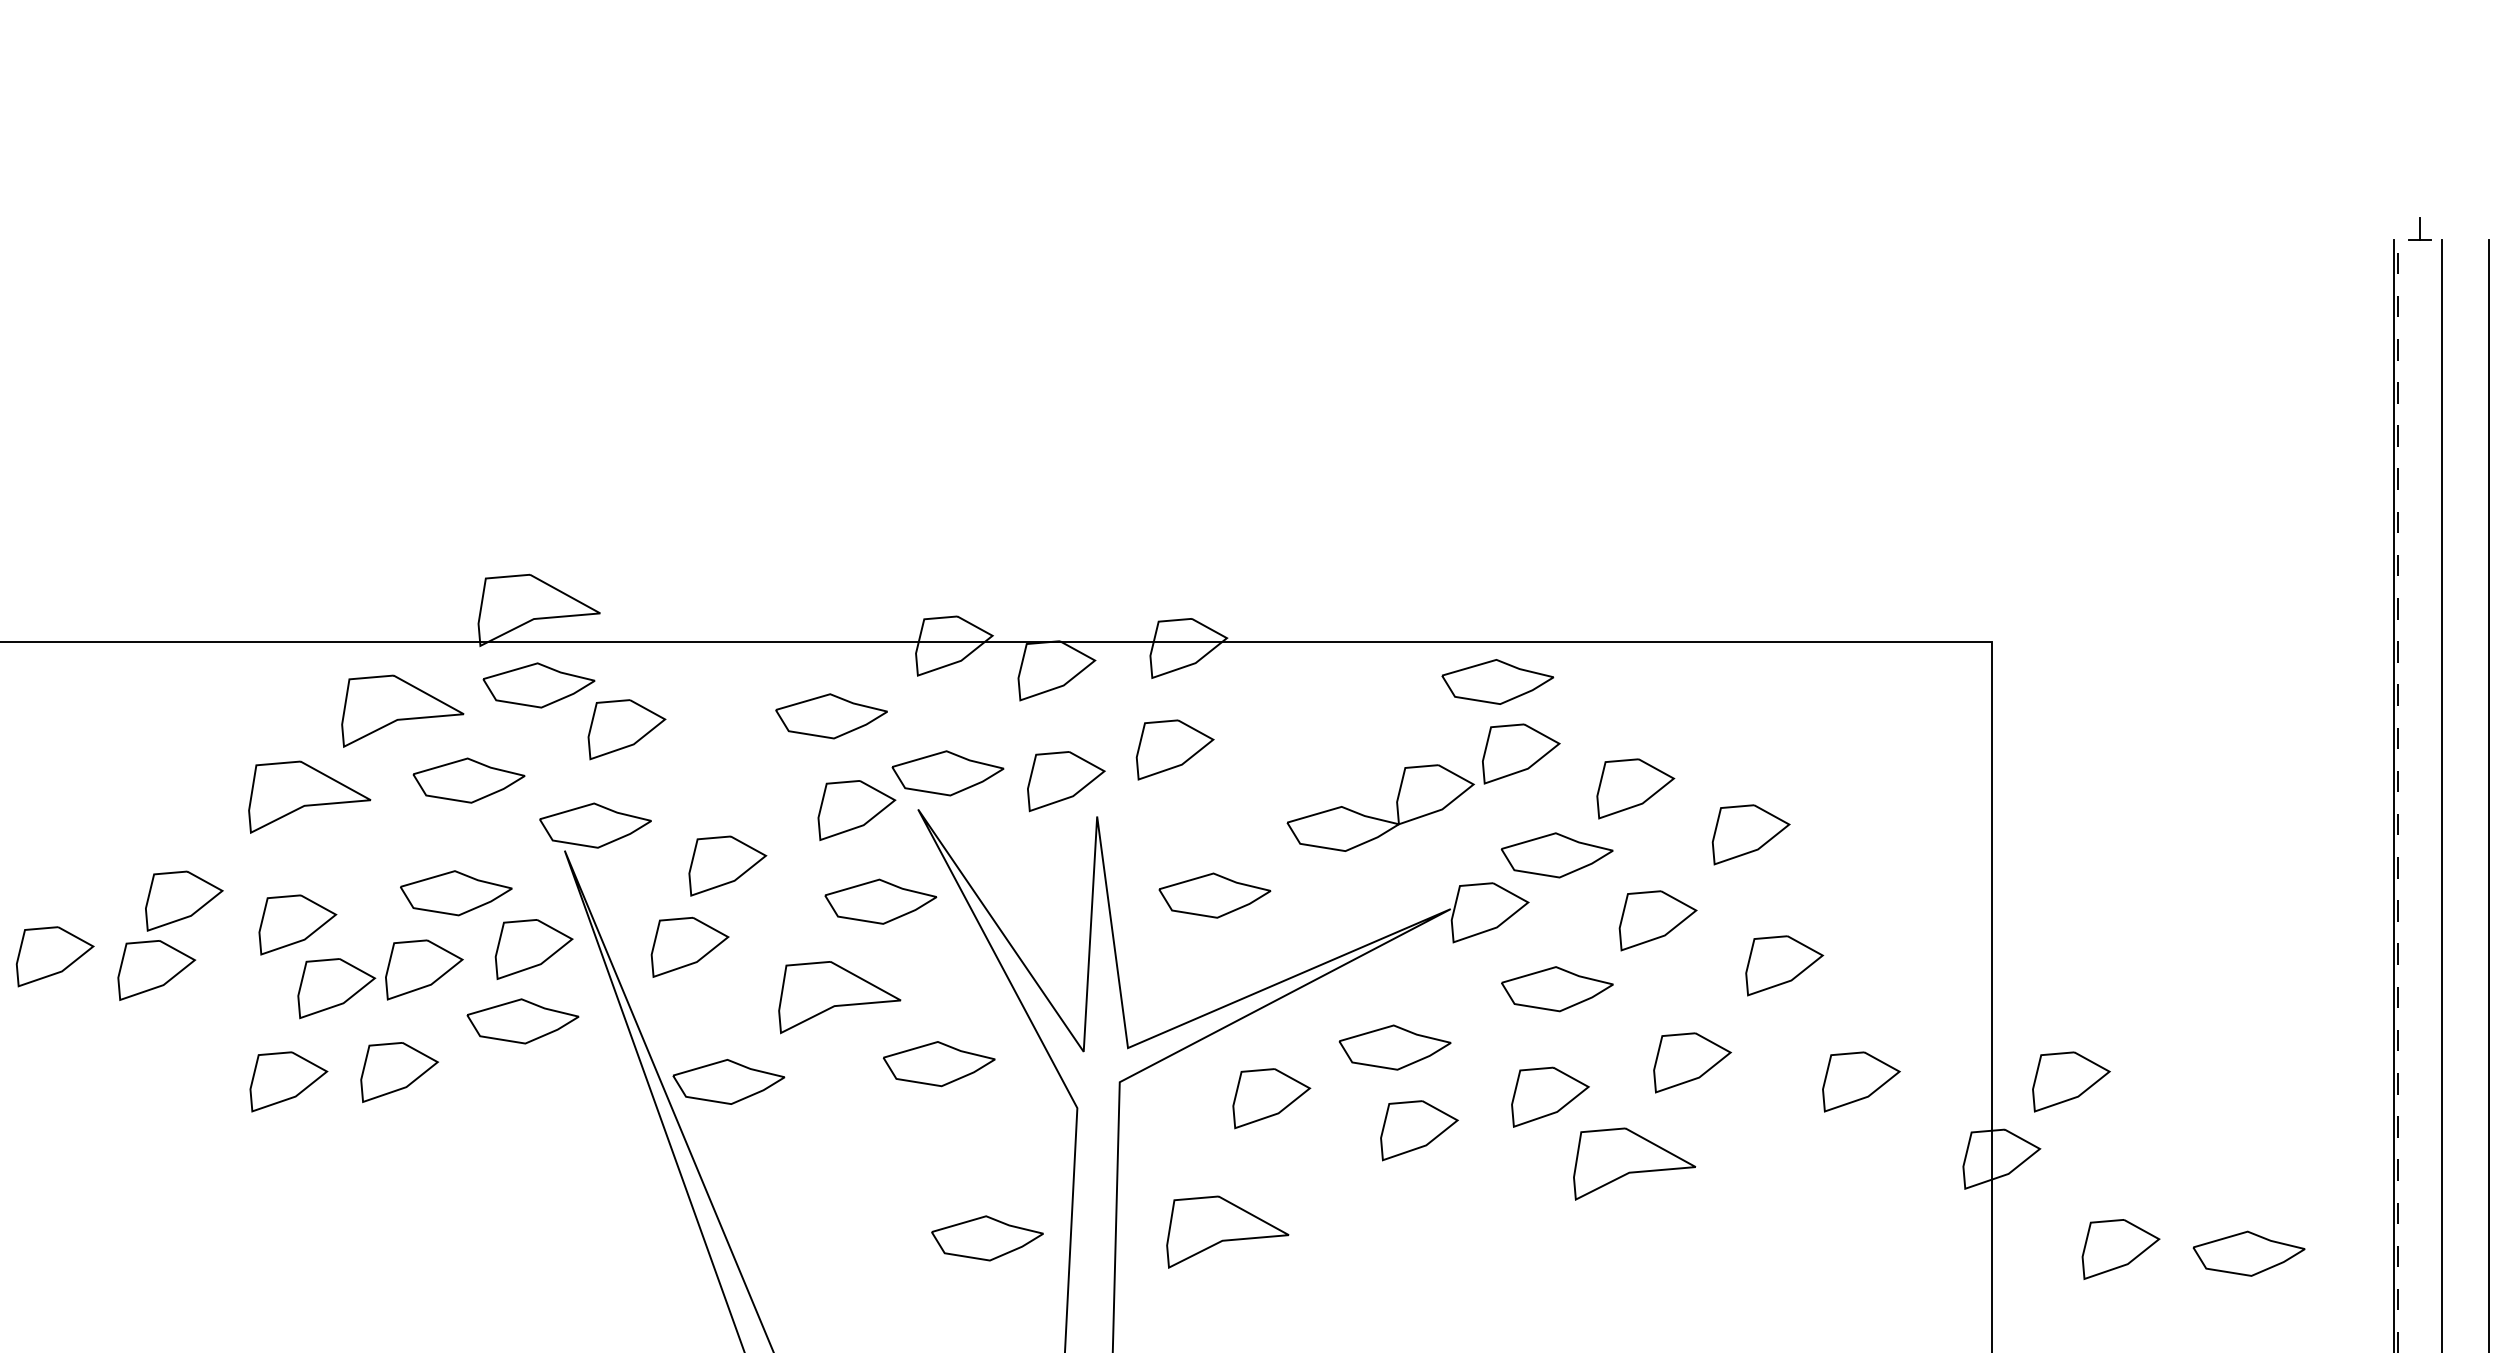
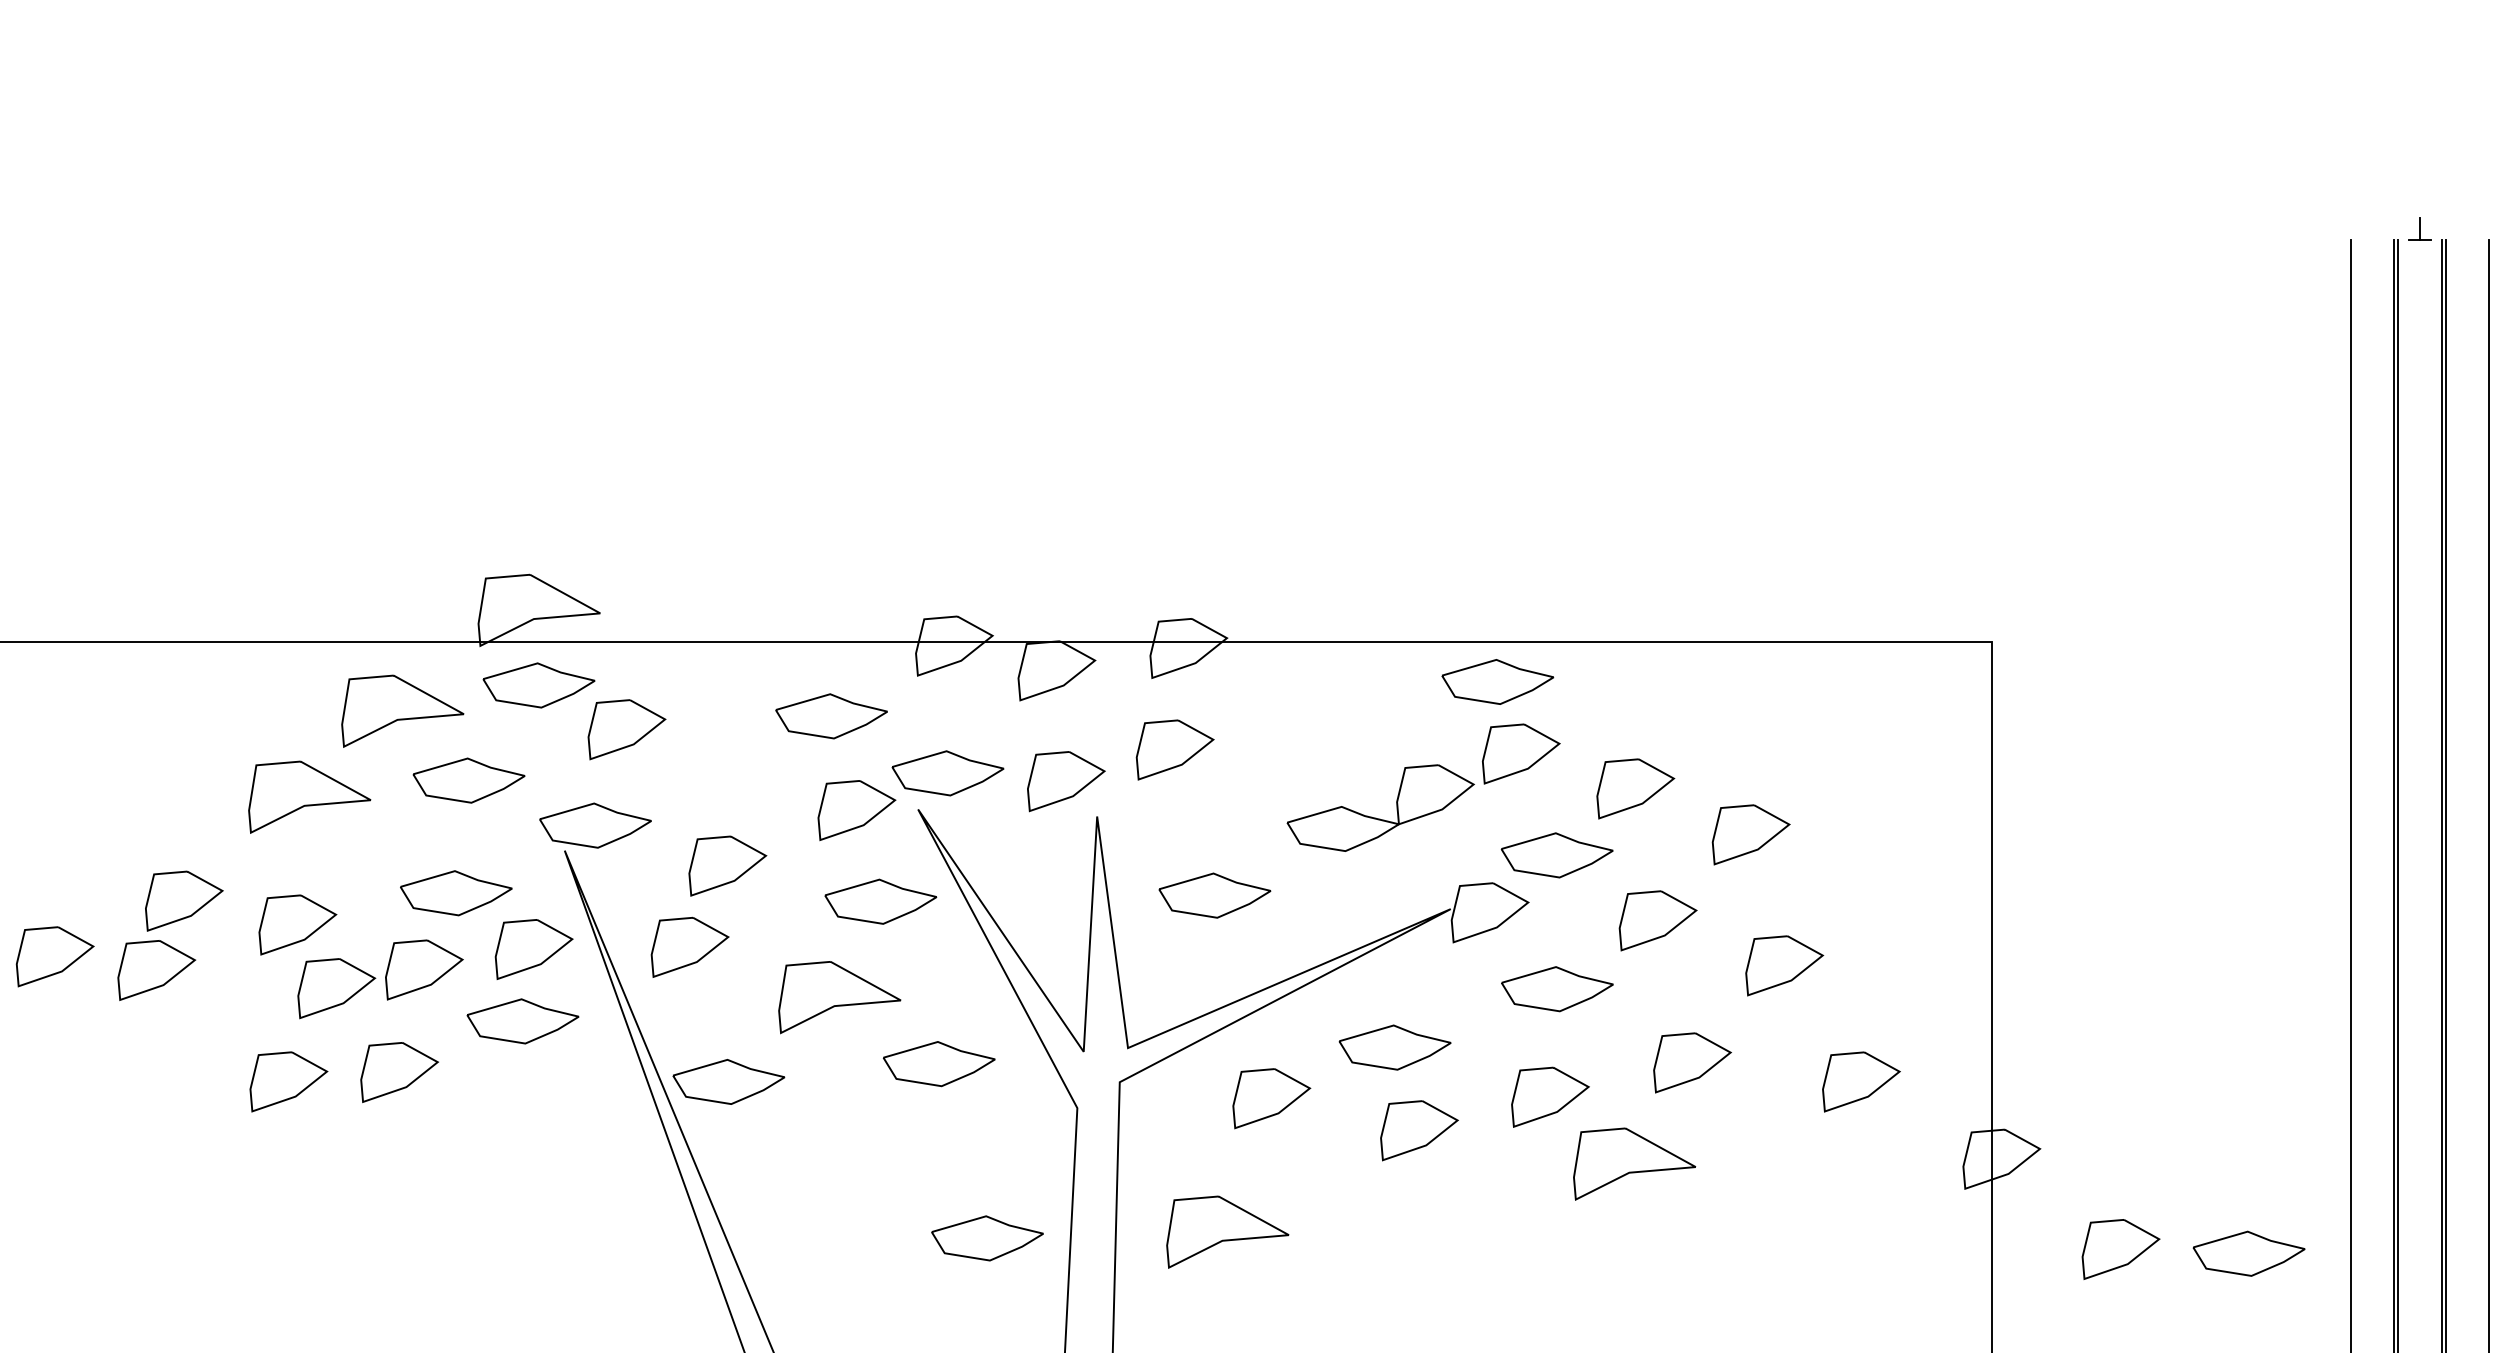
line at (2350, 794): none -> present
line at (2445, 794): none -> present
line at (2398, 795): dashed -> solid
part at (2071, 1081): present -> none
